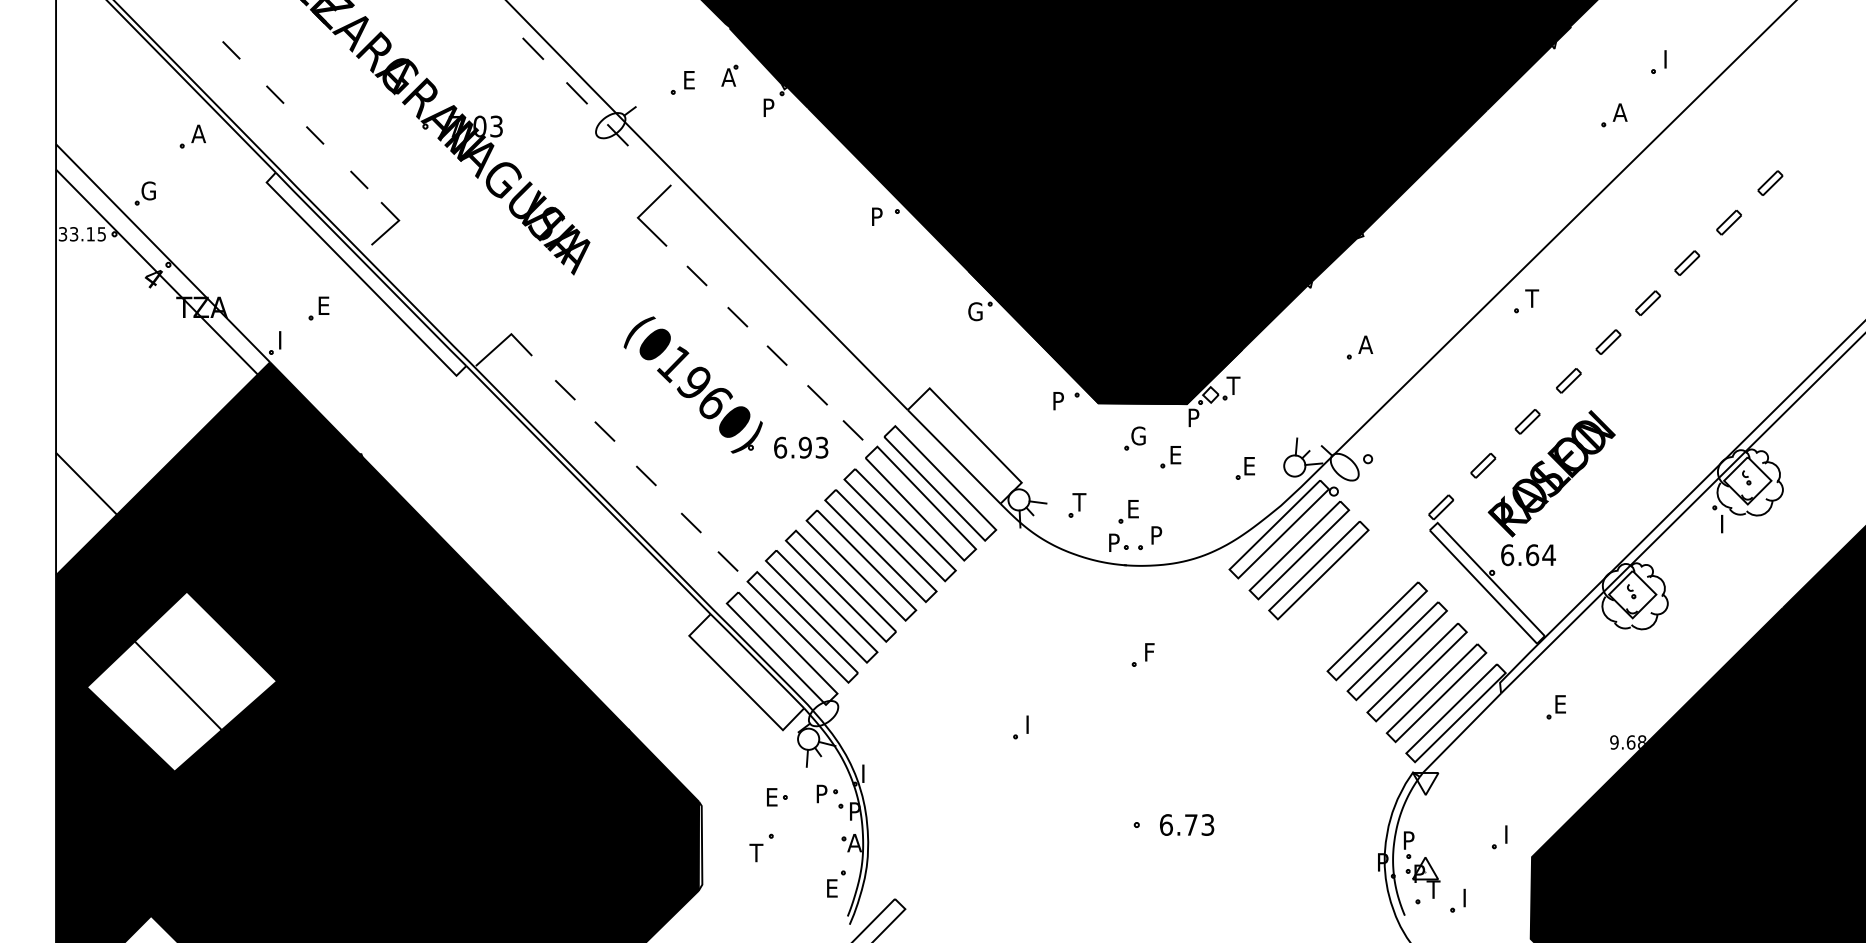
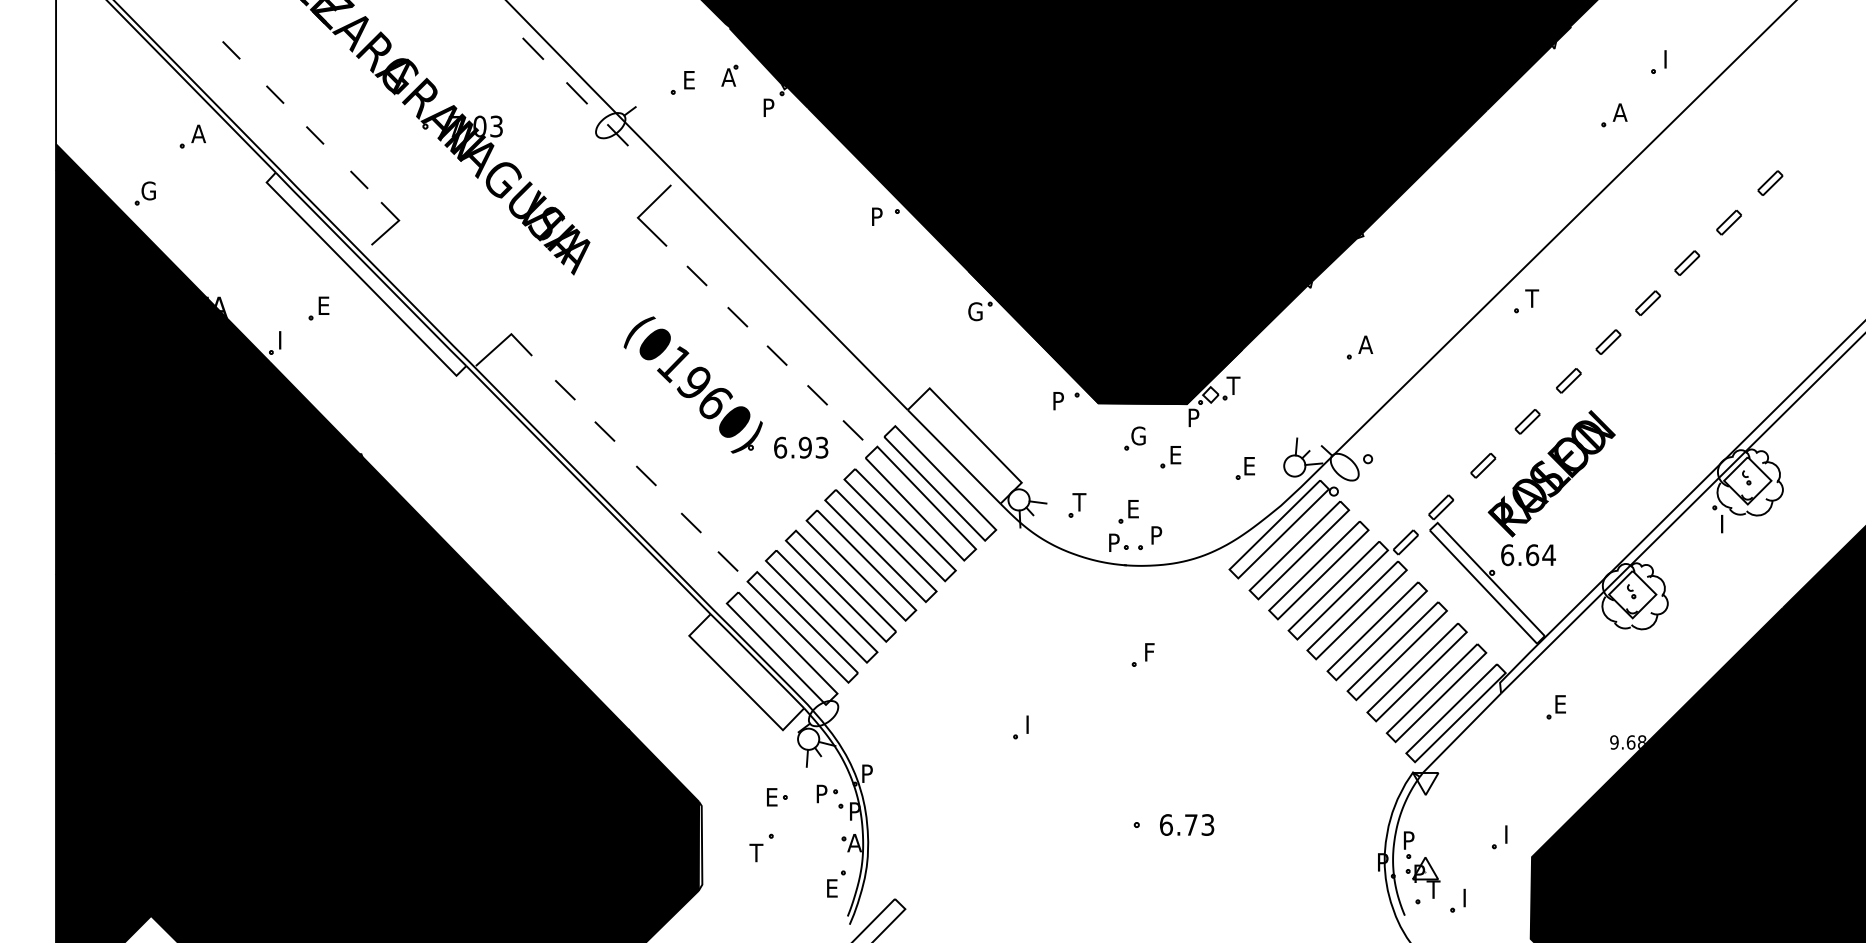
fill at (163, 359): none -> present
part at (1352, 594): none -> present
fill at (181, 681): none -> present
text at (868, 769): I -> P
